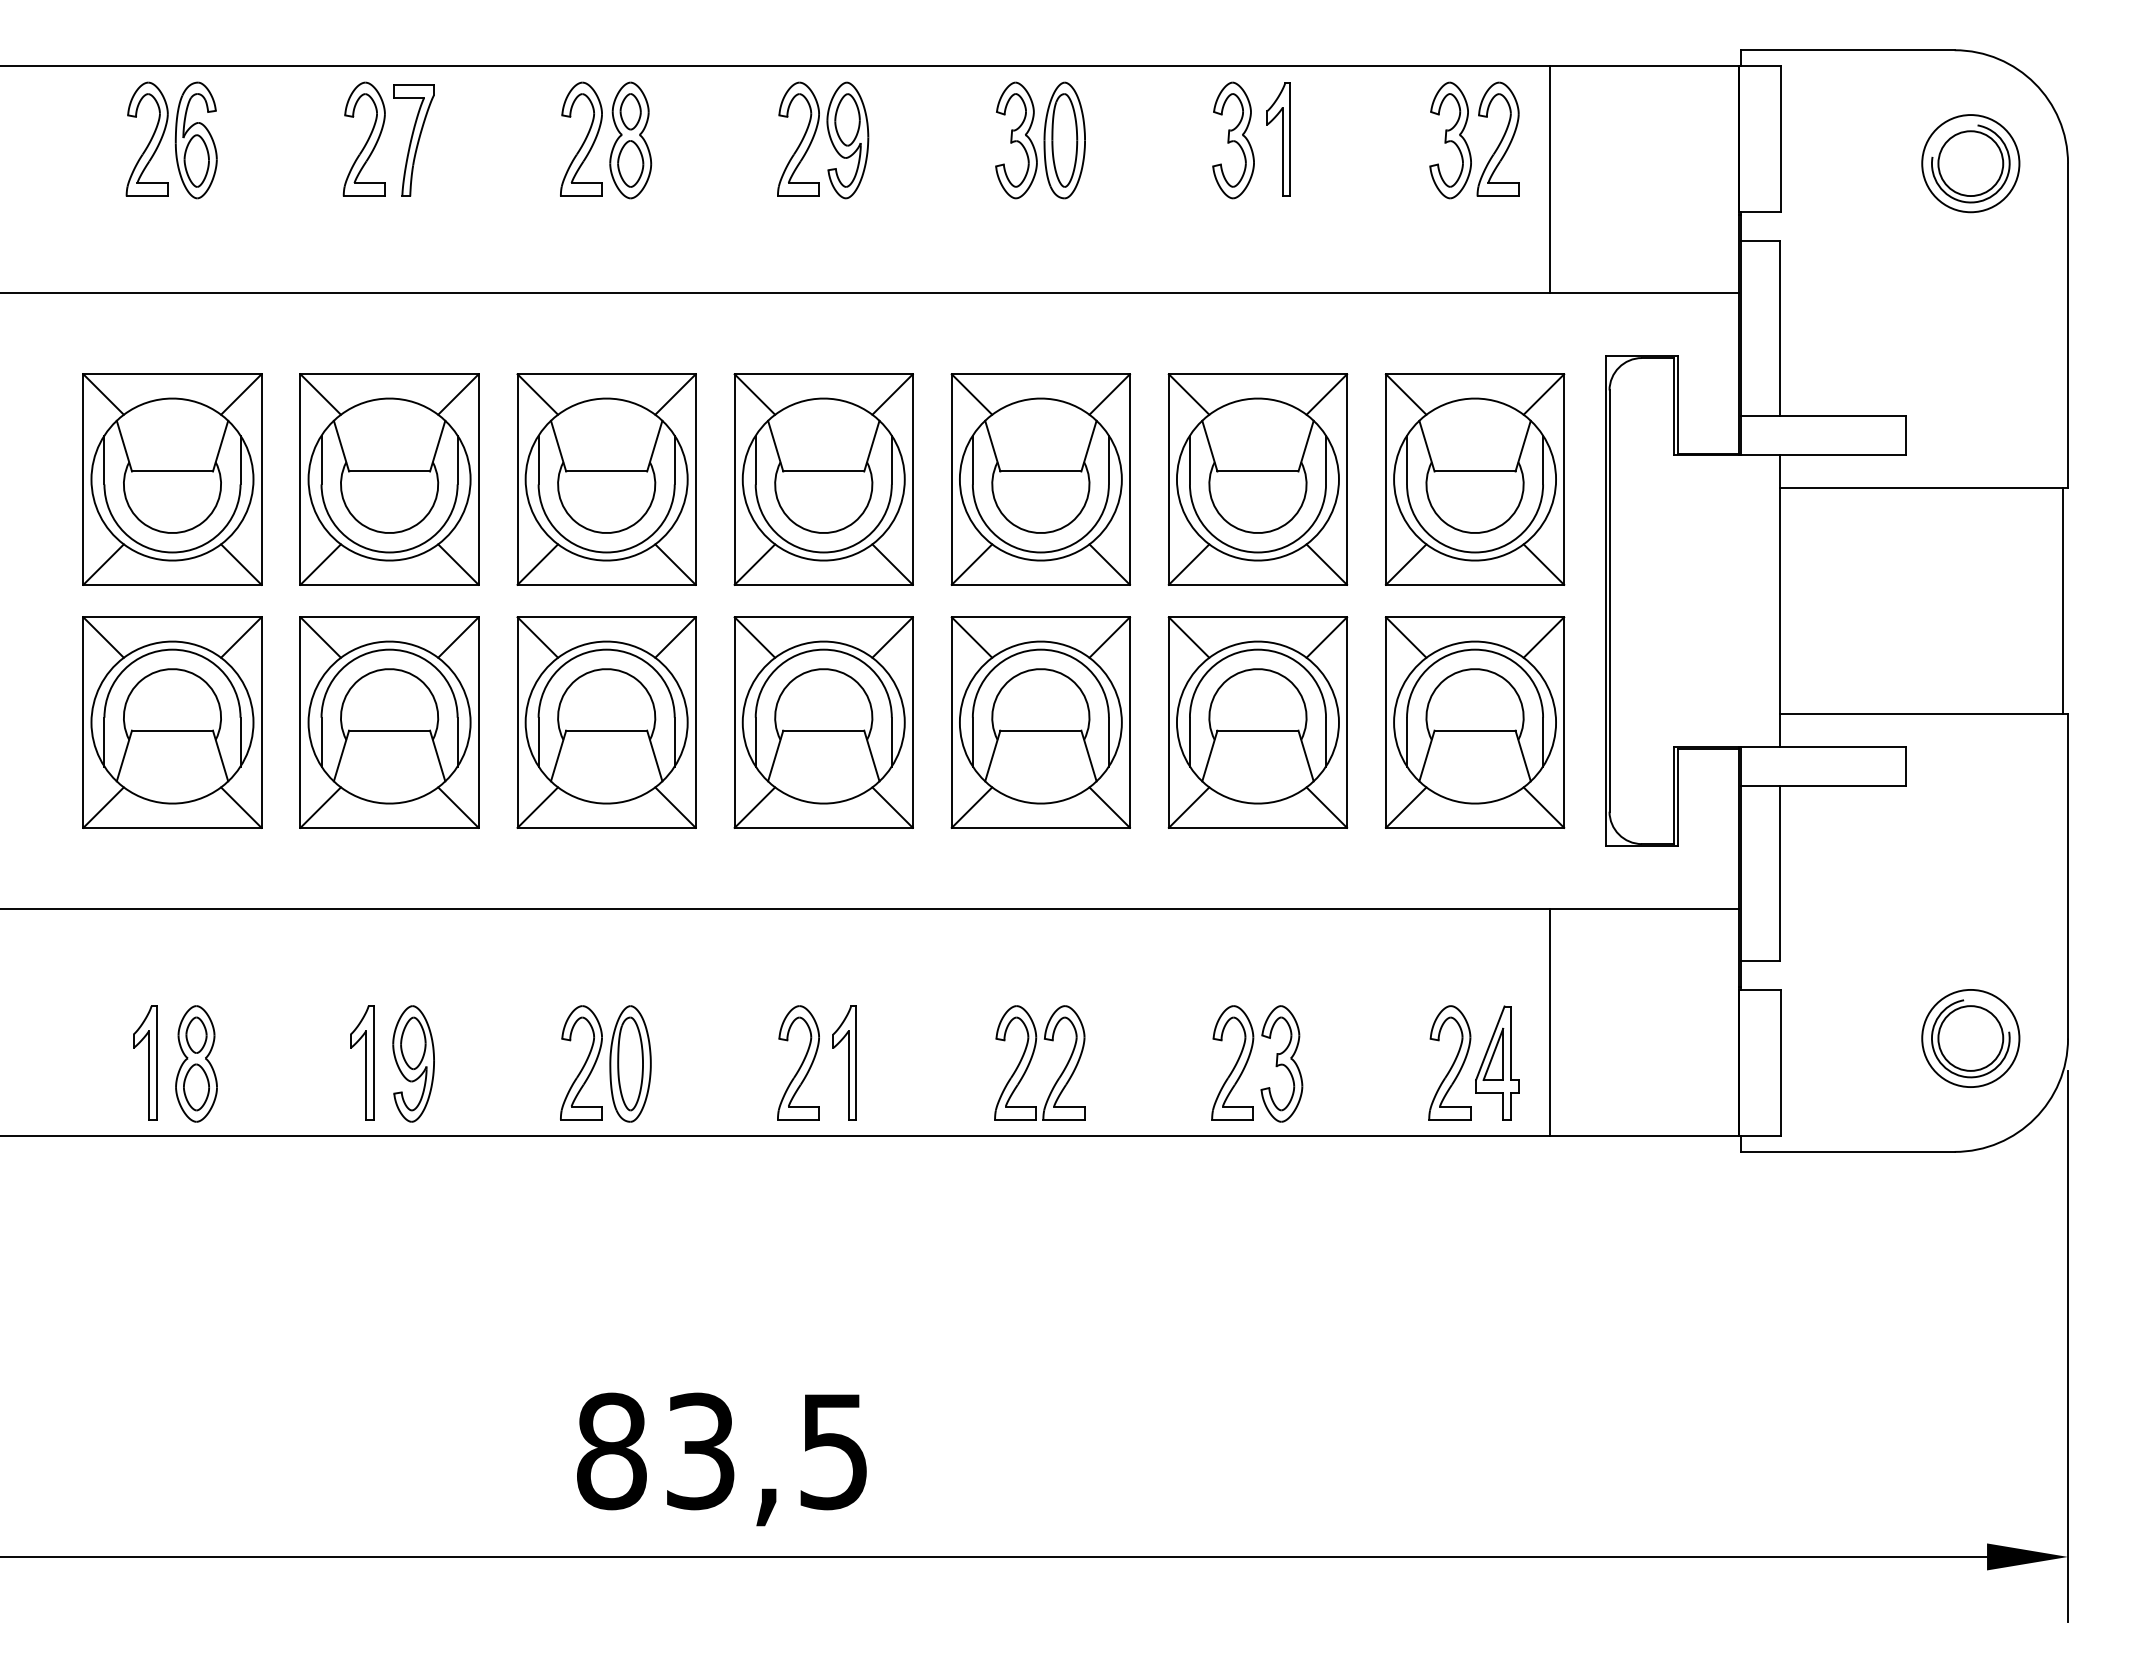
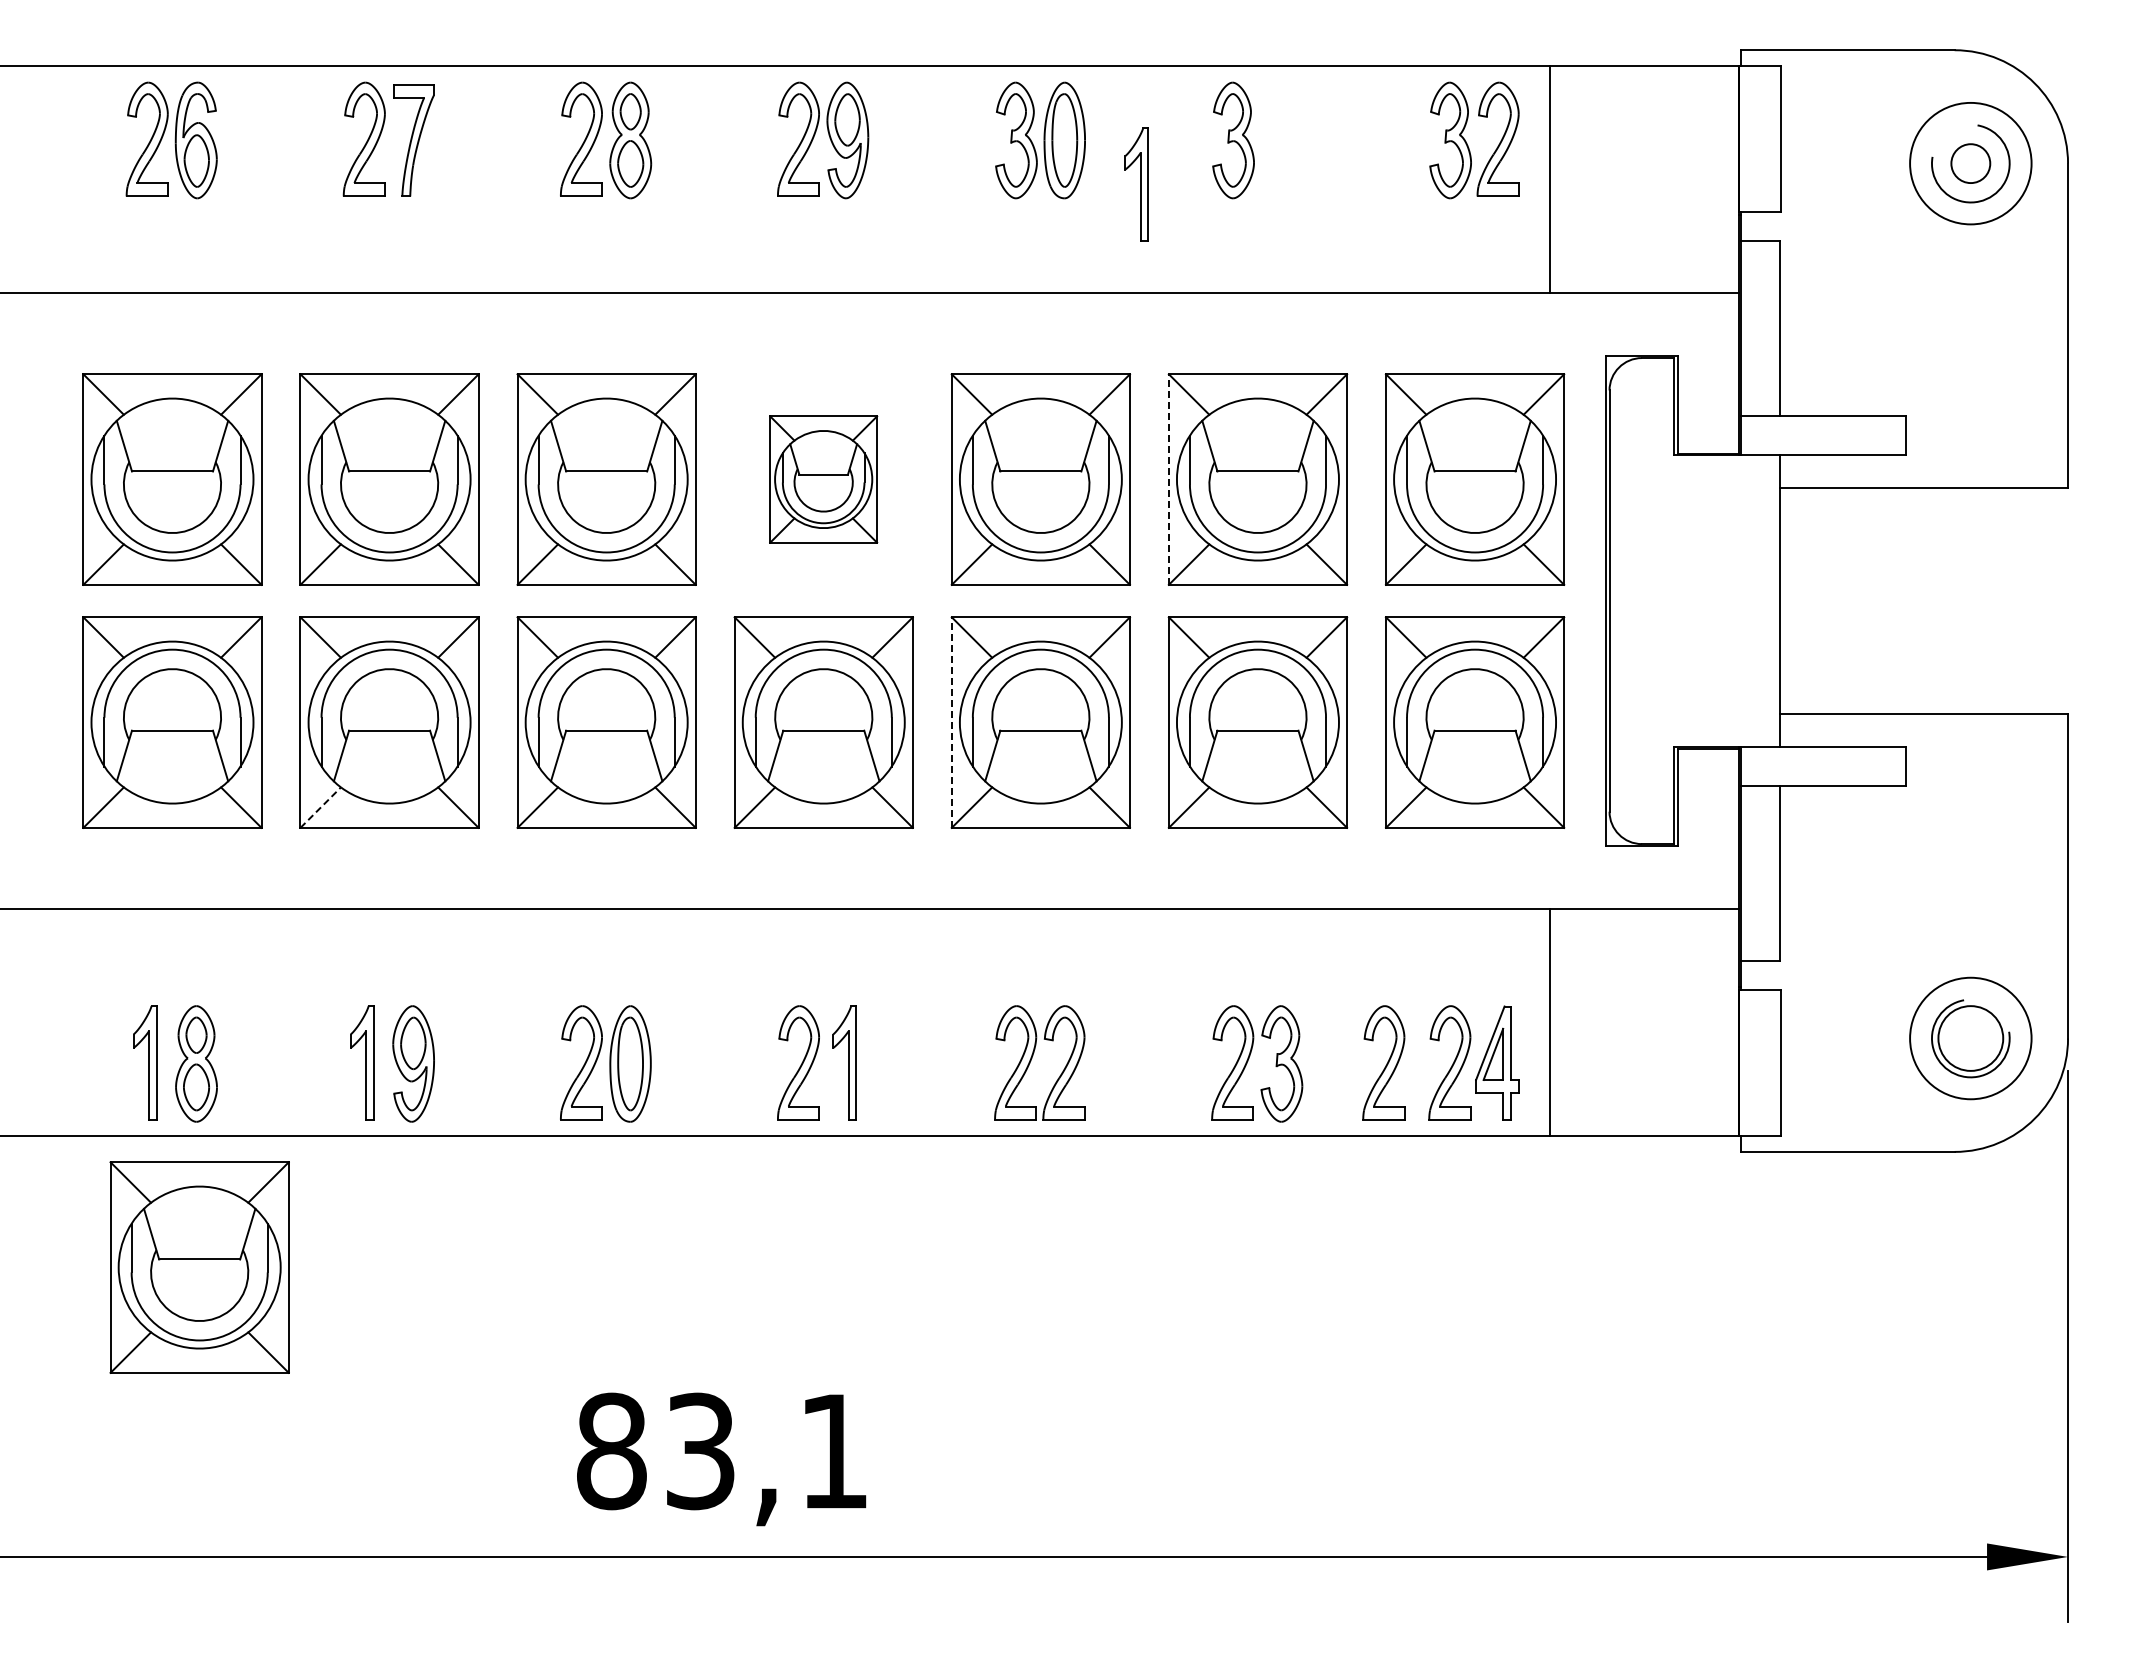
part at (1278, 139) position: (1278, 139) -> (1136, 184)
circle at (1970, 163) diameter: 65 px -> 39 px
circle at (1970, 163) diameter: 97 px -> 122 px
part at (823, 479) size: 181x213 px -> 110x129 px
line at (1168, 479): solid -> dashed
line at (2063, 600): present -> none
line at (951, 722): solid -> dashed
line at (320, 807): solid -> dashed
circle at (1970, 1038) diameter: 97 px -> 122 px
part at (1383, 1062): none -> present
part at (199, 1267): none -> present
text at (833, 1452): 83,5 -> 83,1
